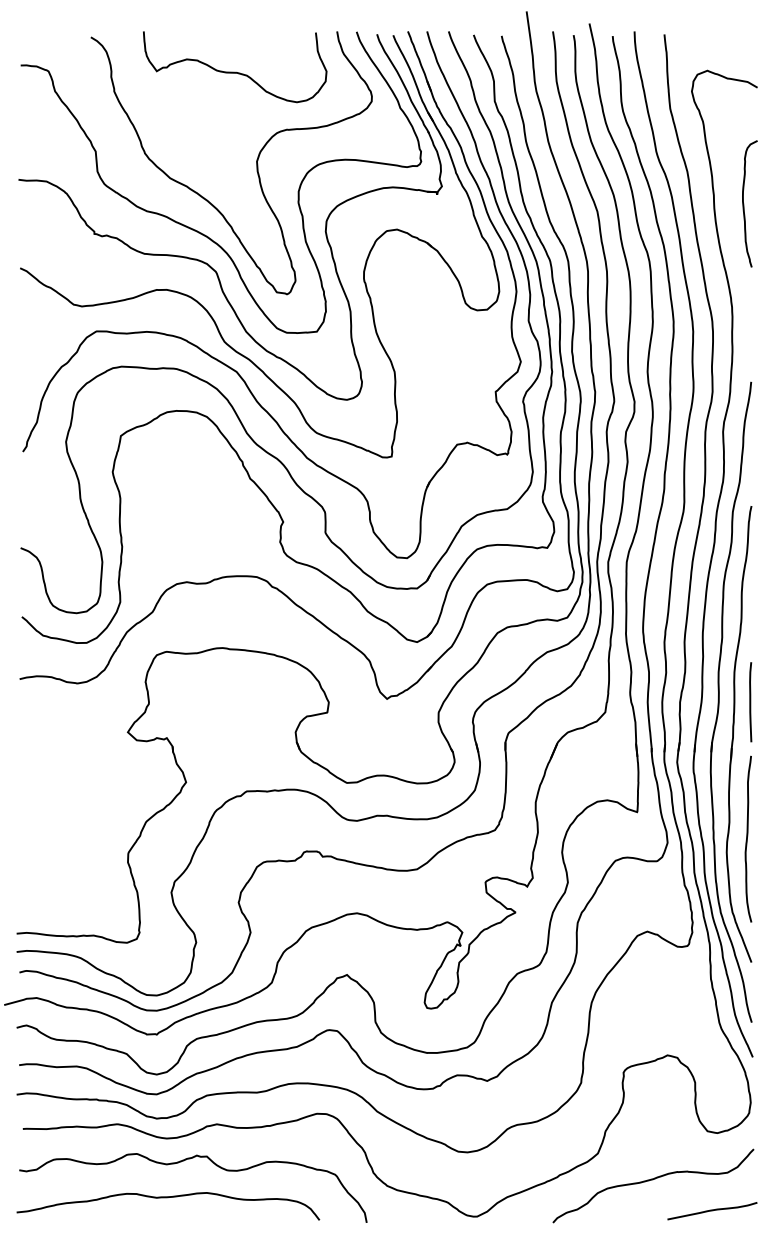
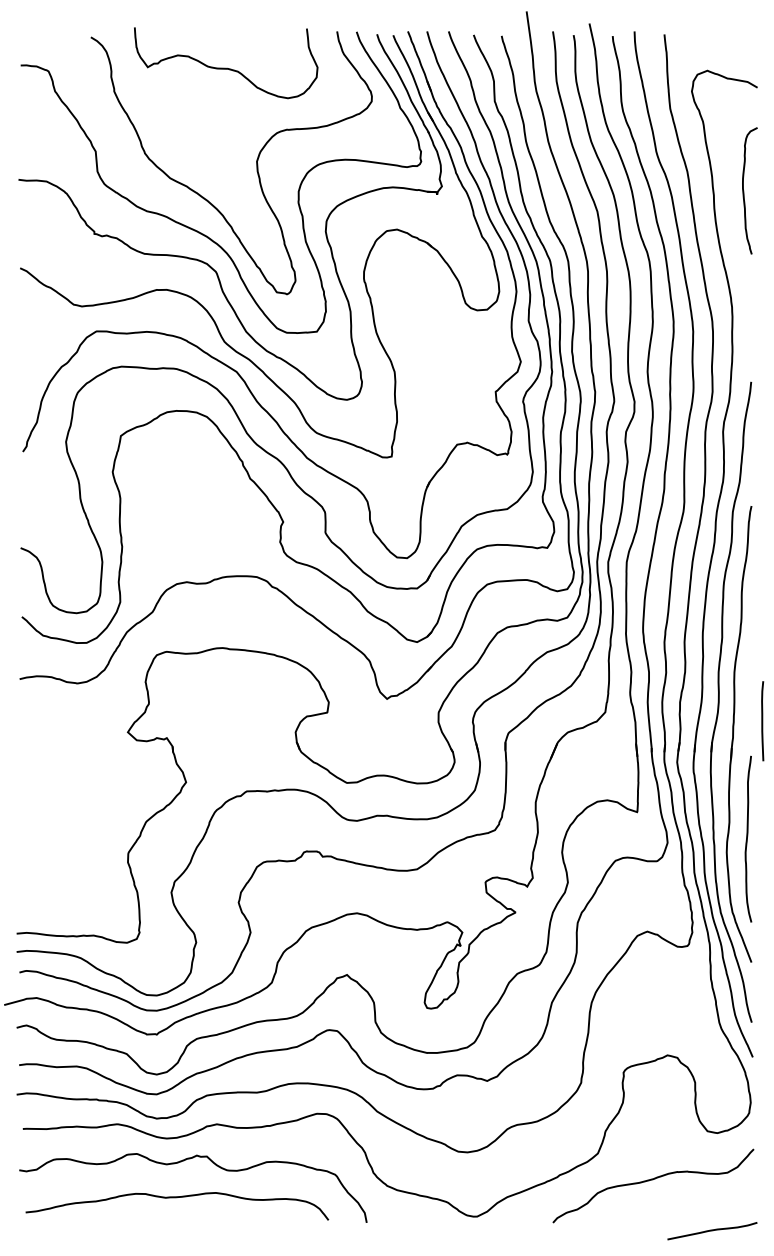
curve at (235, 71) position: (235, 71) -> (226, 67)
curve at (744, 203) position: (744, 203) -> (744, 190)
line at (750, 702) position: (750, 702) -> (762, 721)
curve at (168, 1198) position: (168, 1198) -> (177, 1198)
curve at (712, 1211) position: (712, 1211) -> (712, 1231)
